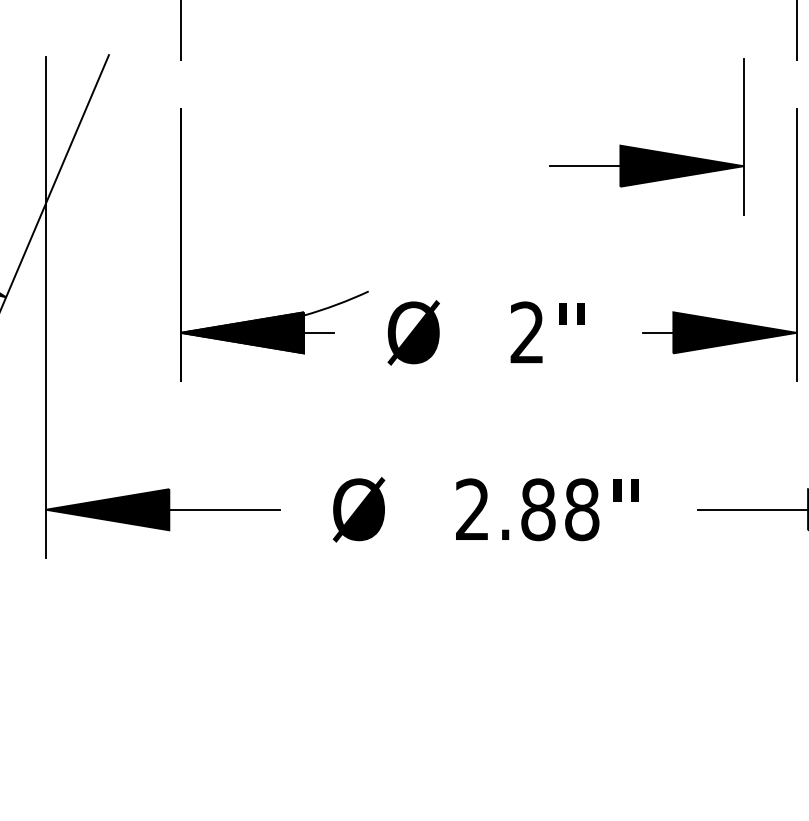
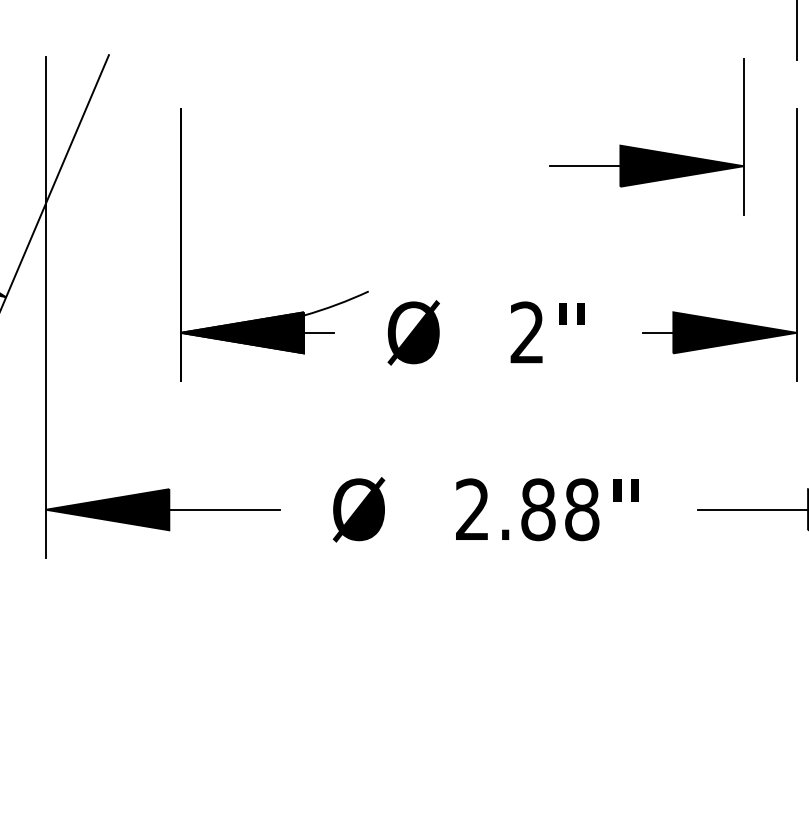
line at (180, 31): present -> none
